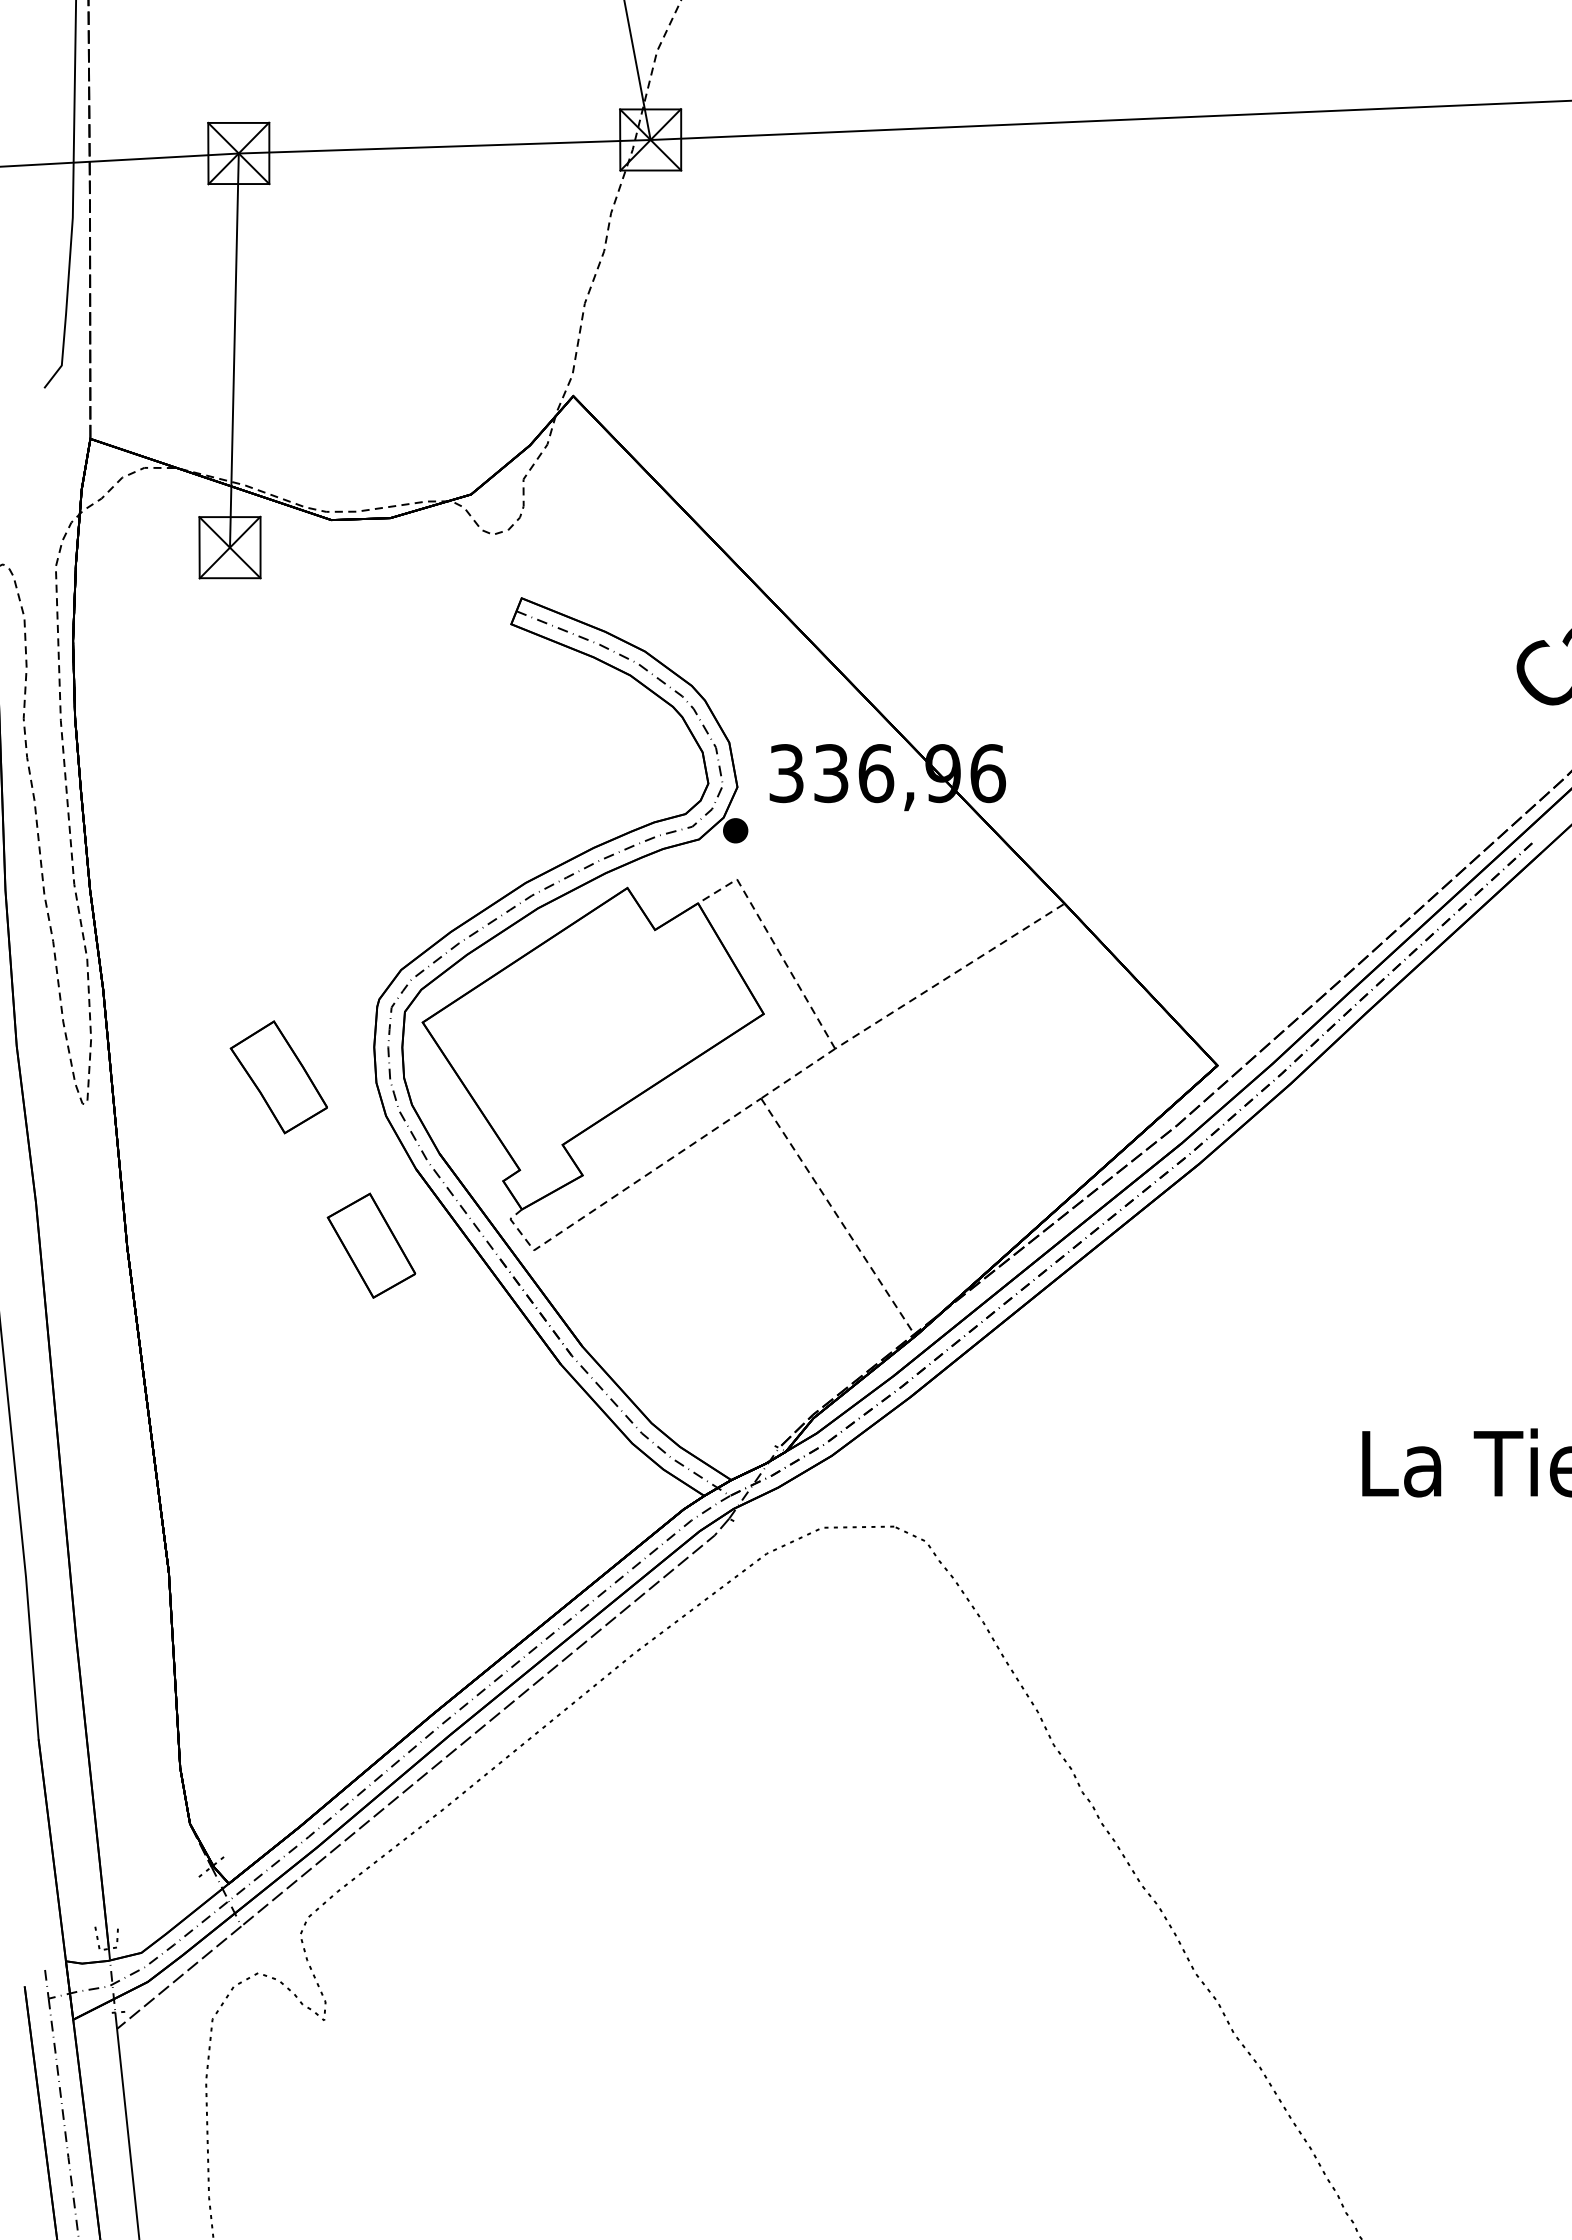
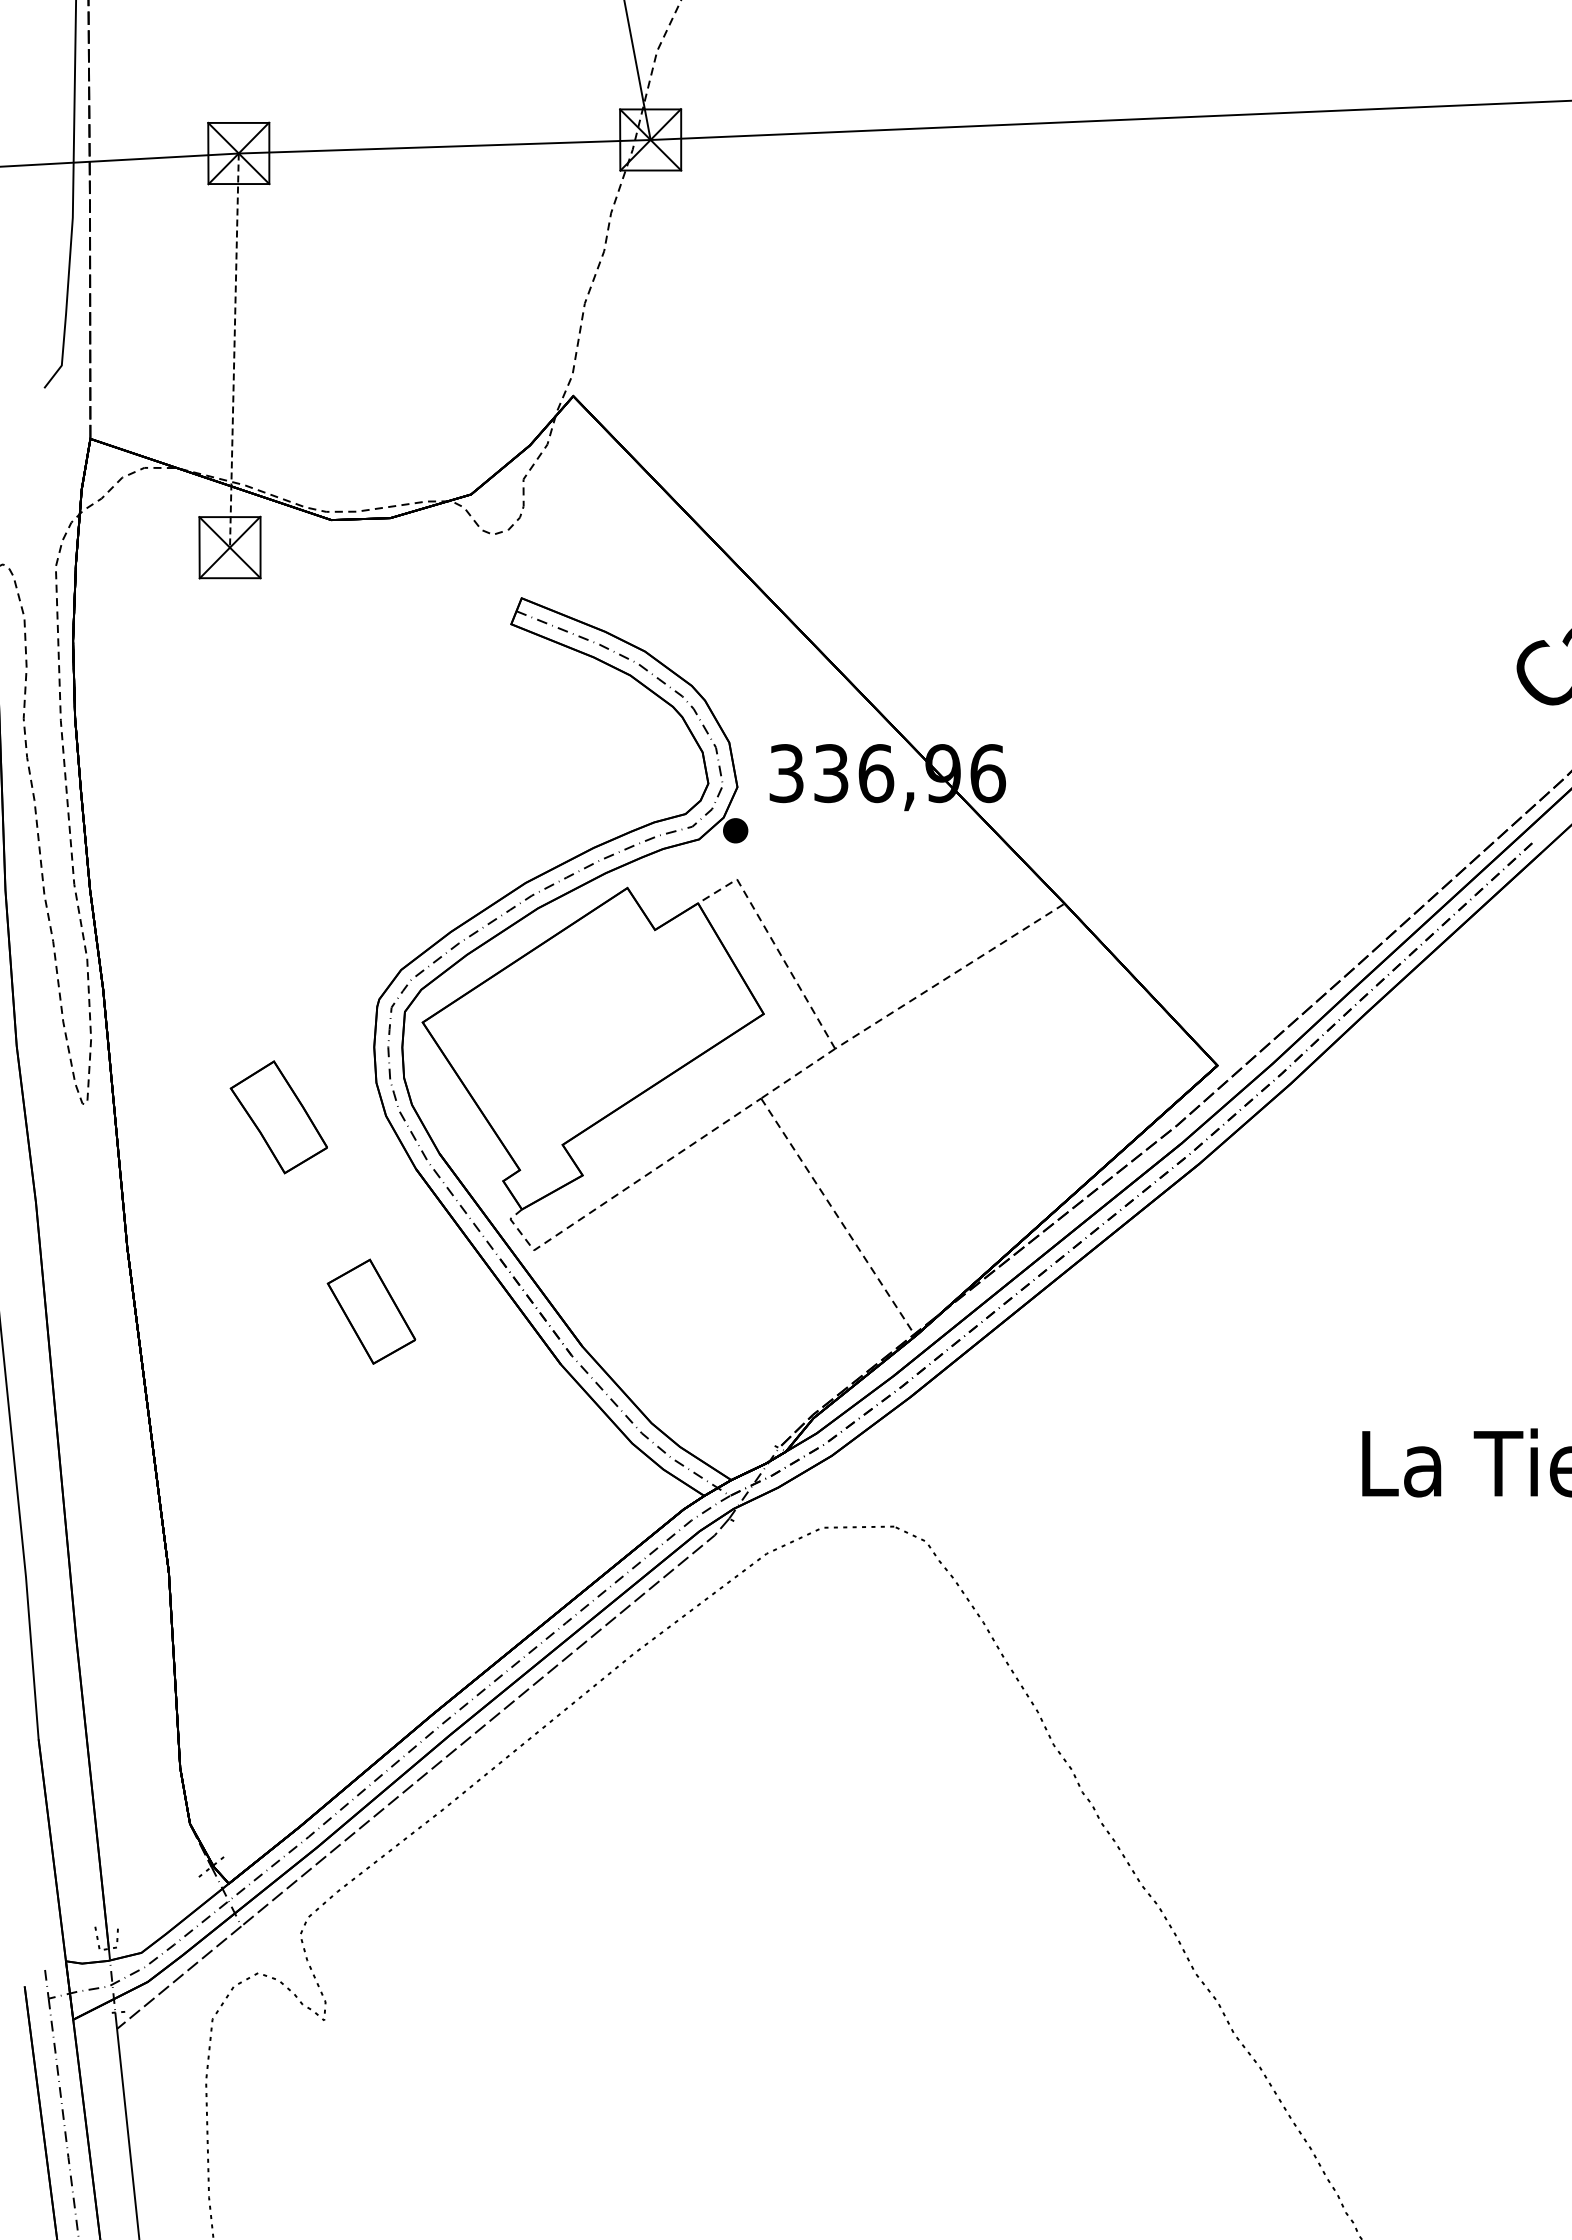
line at (234, 351): solid -> dashed
part at (278, 1077) position: (278, 1077) -> (278, 1117)
part at (371, 1245) position: (371, 1245) -> (371, 1311)
